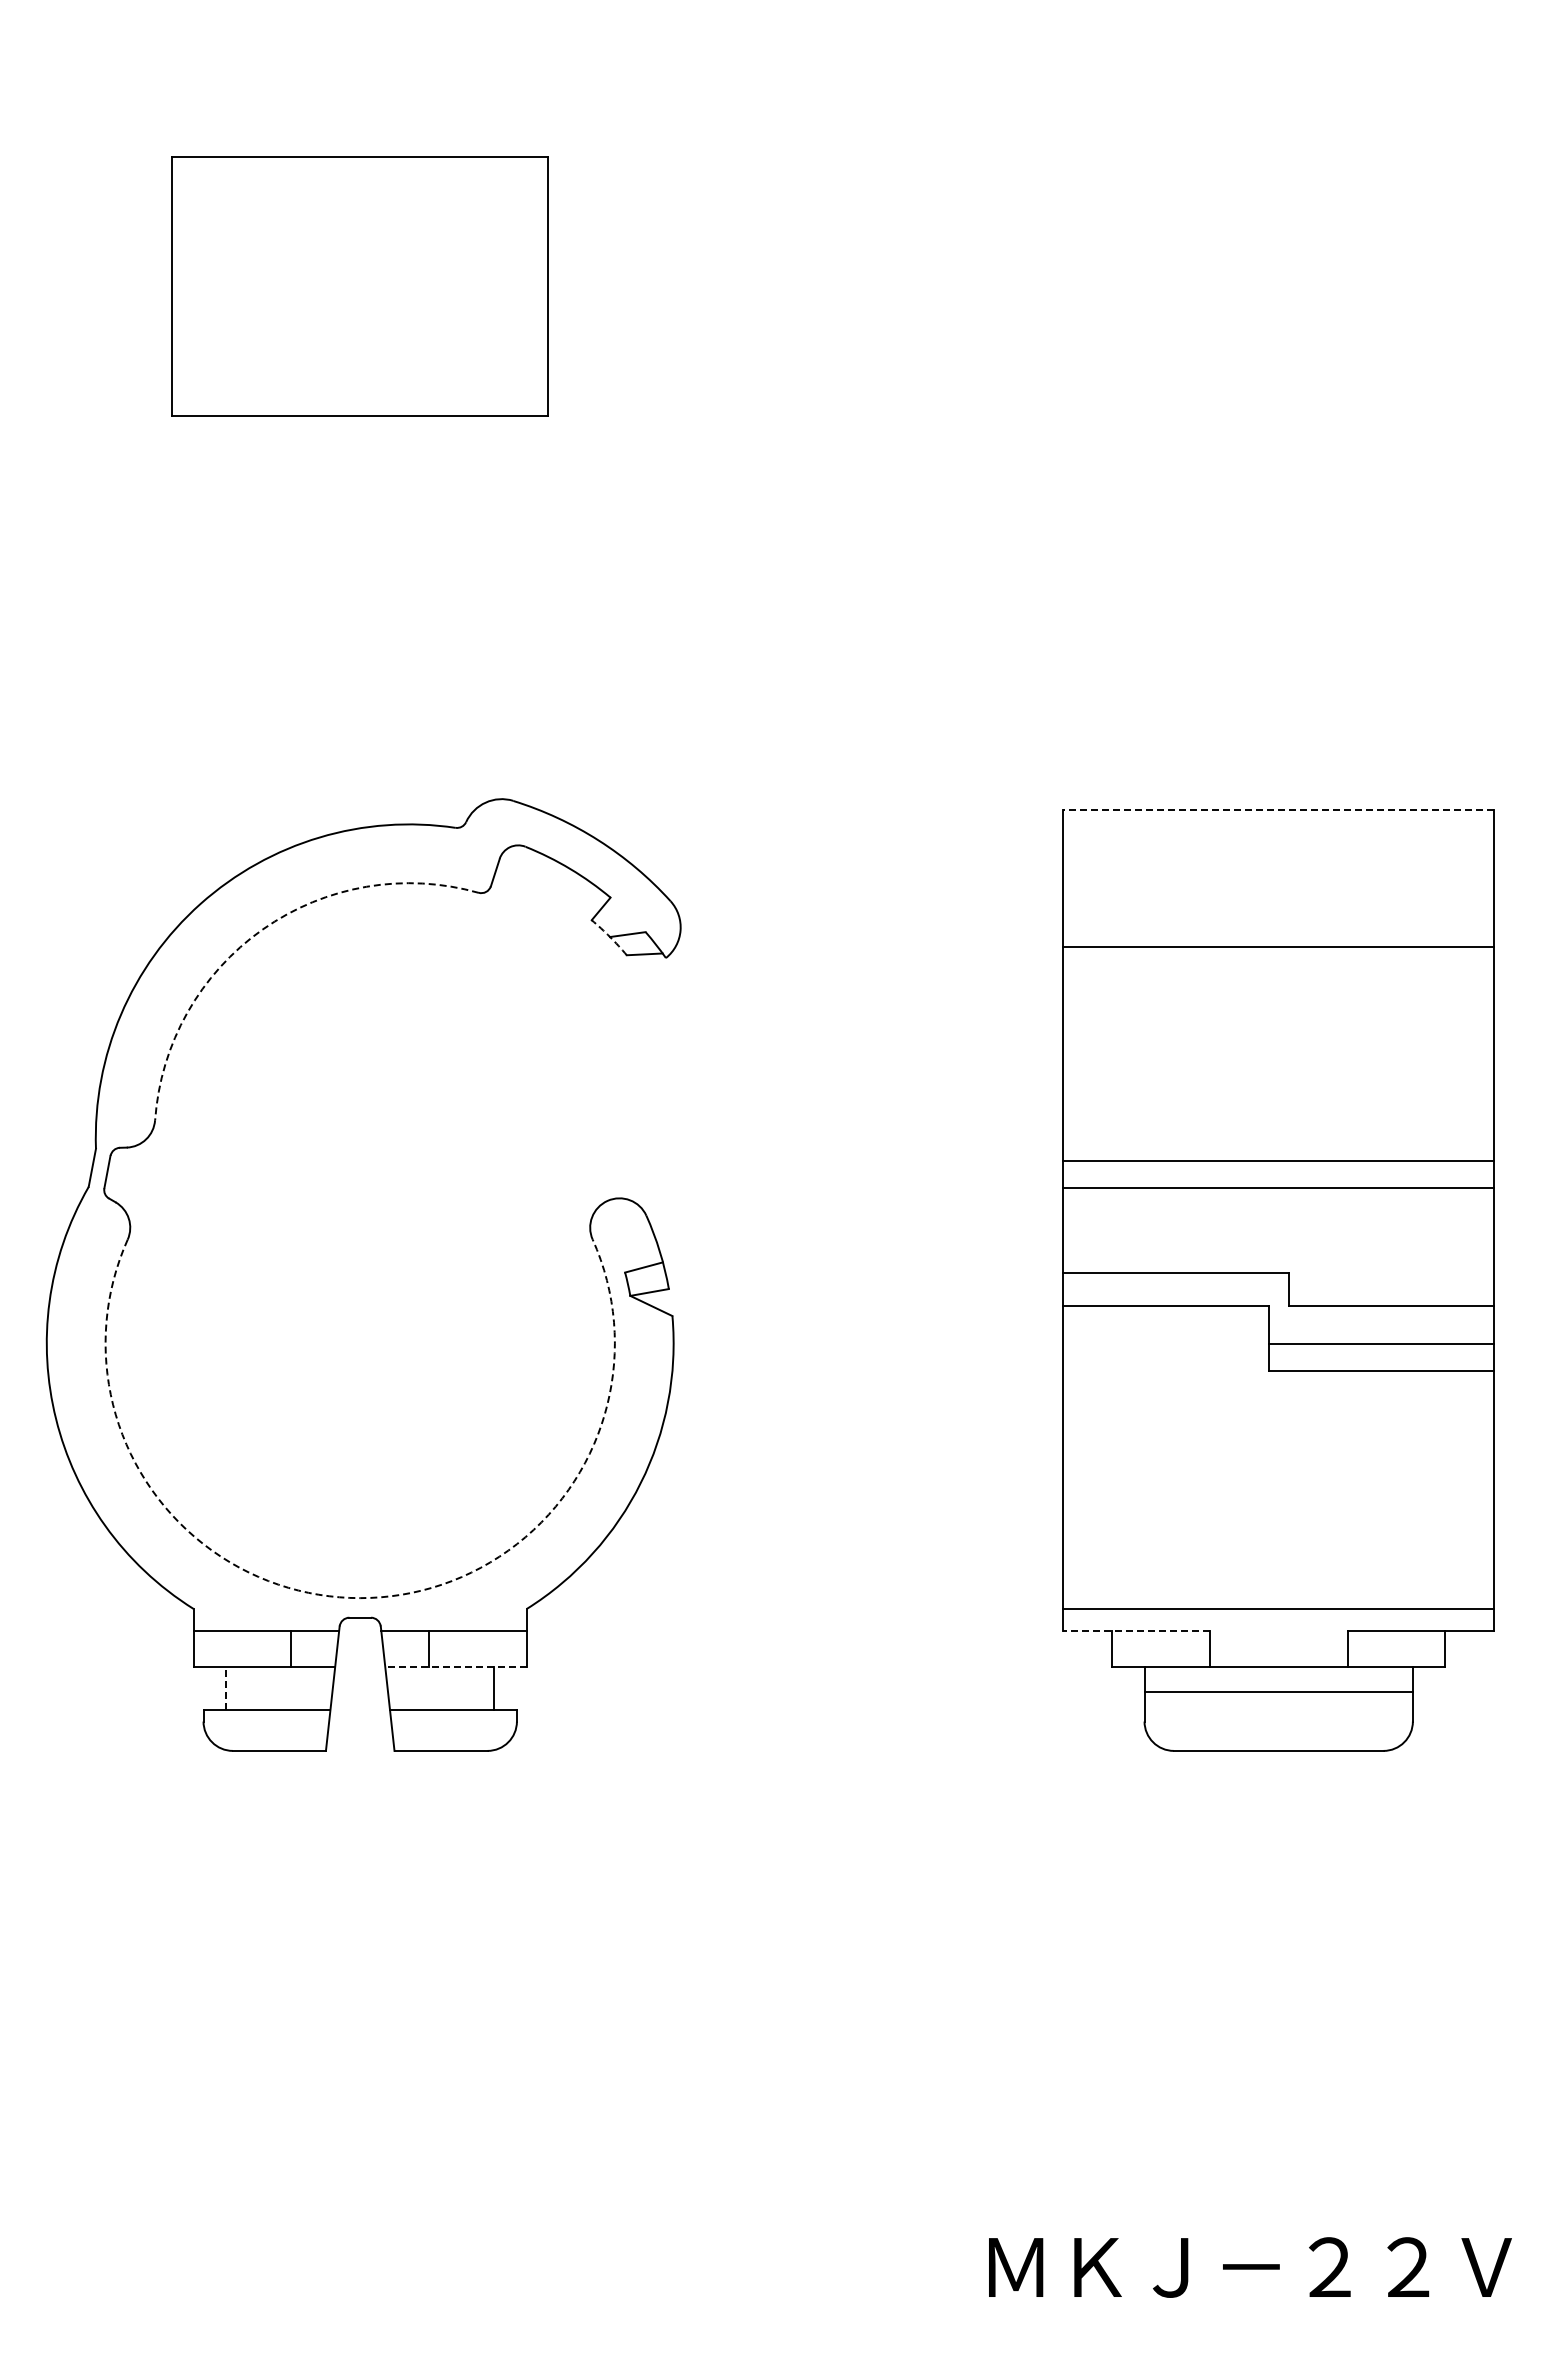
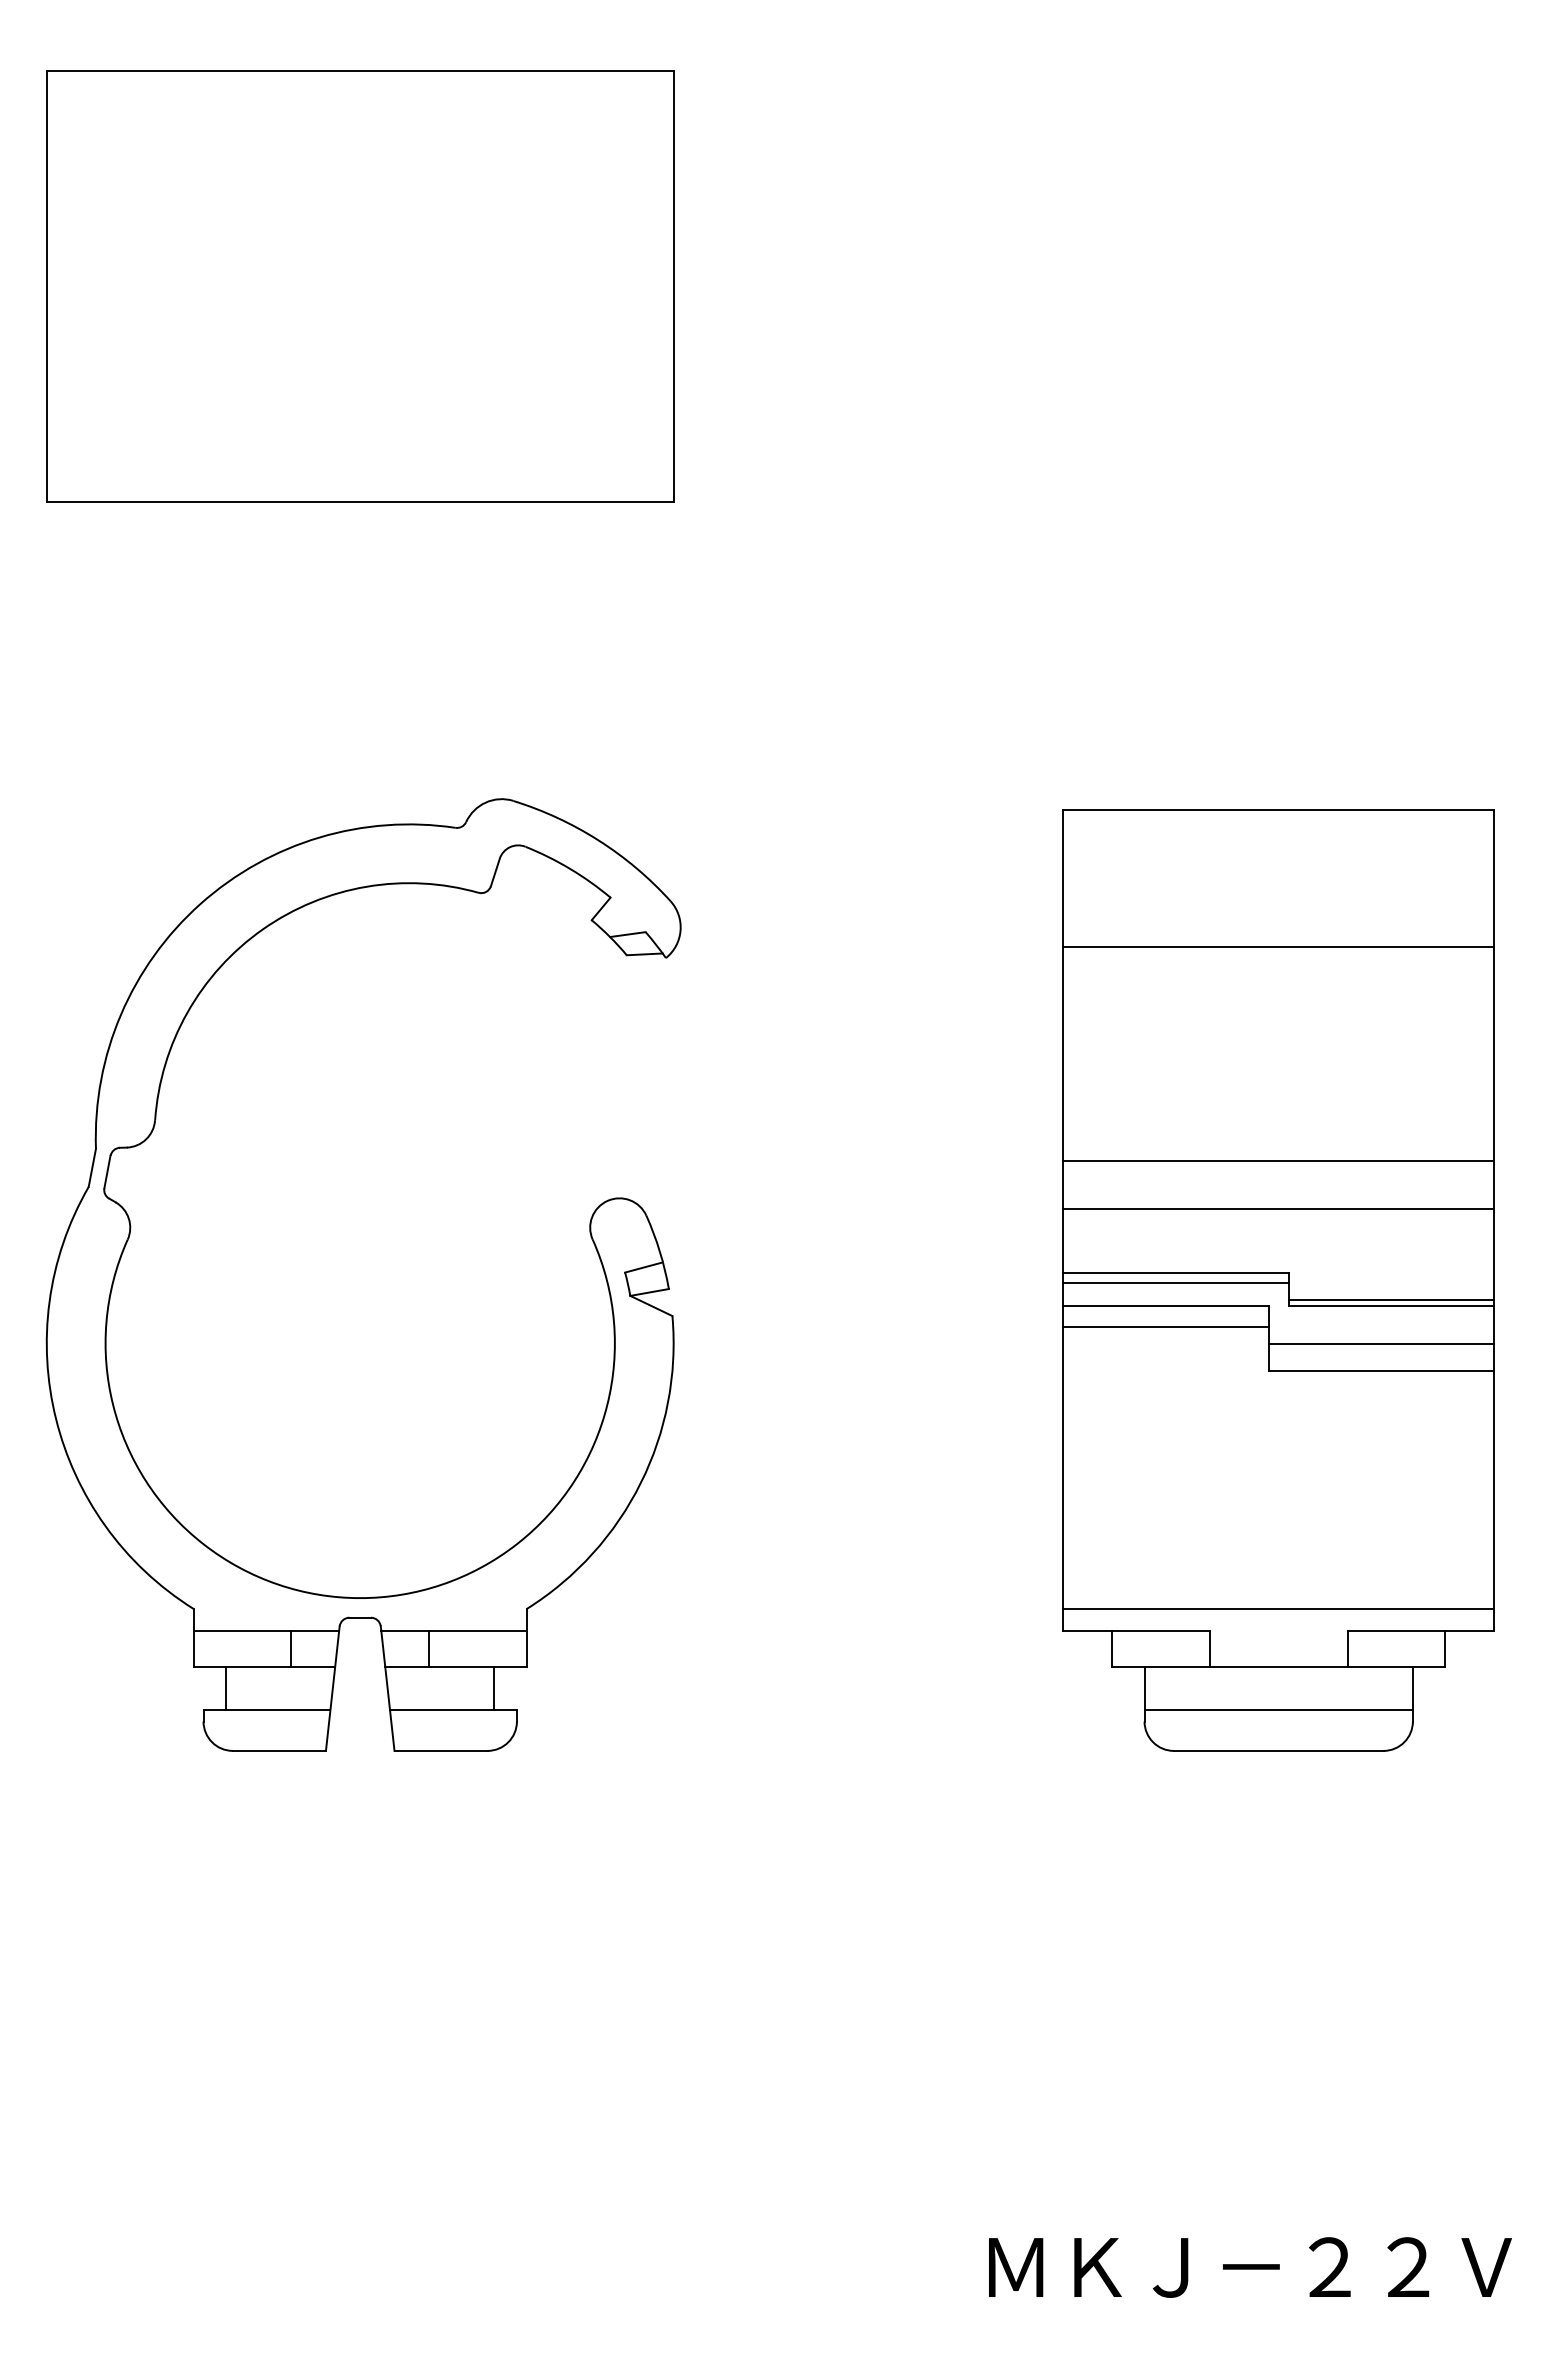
part at (359, 286) size: 378x261 px -> 629x433 px
line at (1278, 809): dashed -> solid
arc at (262, 929): dashed -> solid
arc at (610, 936): dashed -> solid
line at (1278, 1187) position: (1278, 1187) -> (1278, 1208)
line at (1175, 1283): none -> present
line at (1391, 1299): none -> present
line at (1165, 1326): none -> present
arc at (360, 1598): dashed -> solid
line at (1136, 1631): dashed -> solid
line at (455, 1666): dashed -> solid
line at (226, 1688): dashed -> solid
line at (1278, 1691) position: (1278, 1691) -> (1278, 1709)
